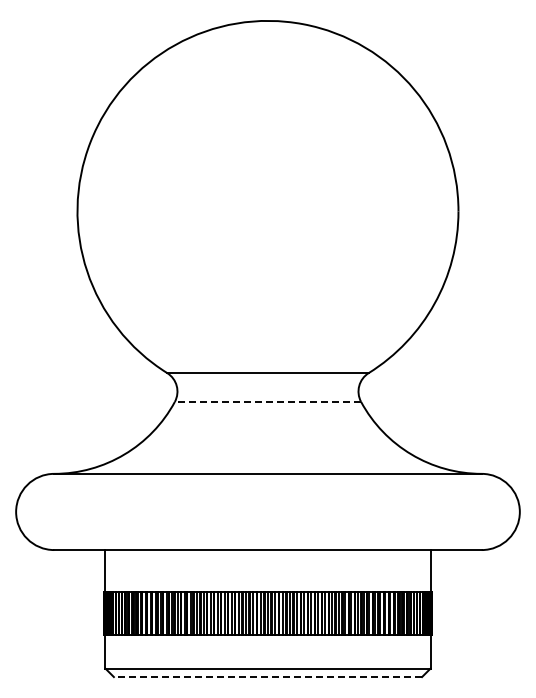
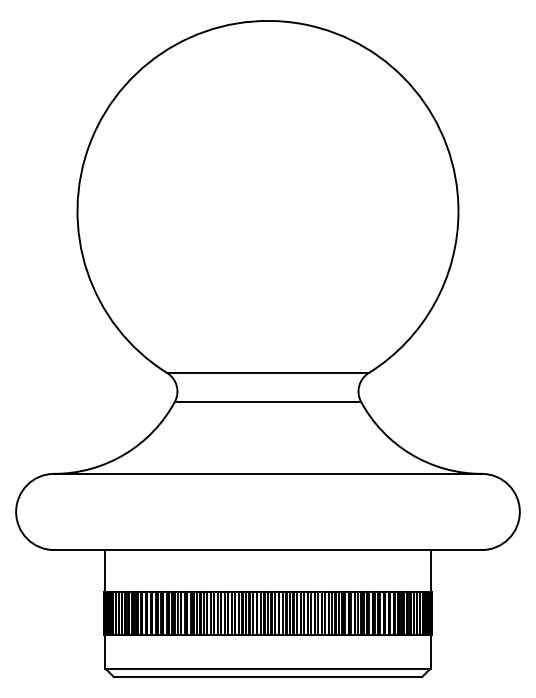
line at (267, 401): dashed -> solid
line at (267, 677): dashed -> solid
